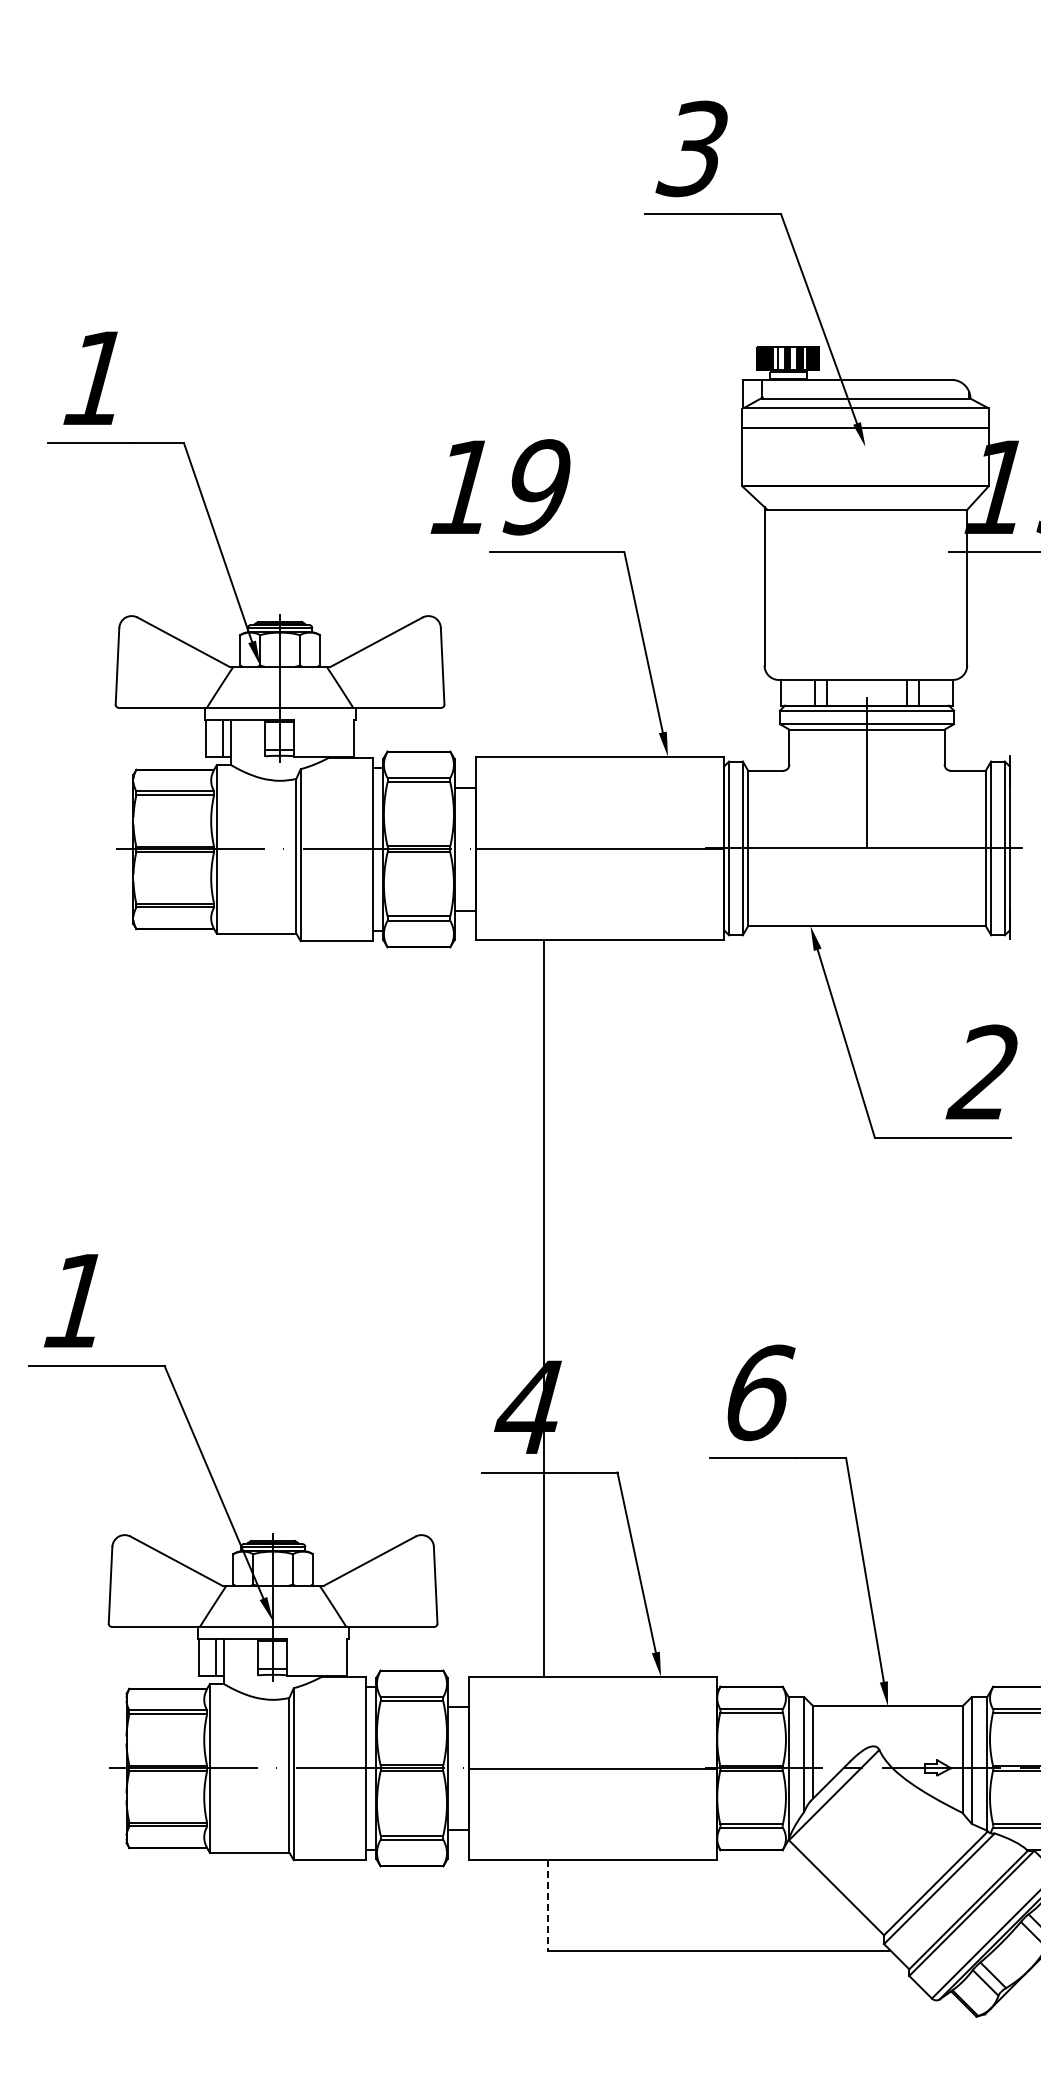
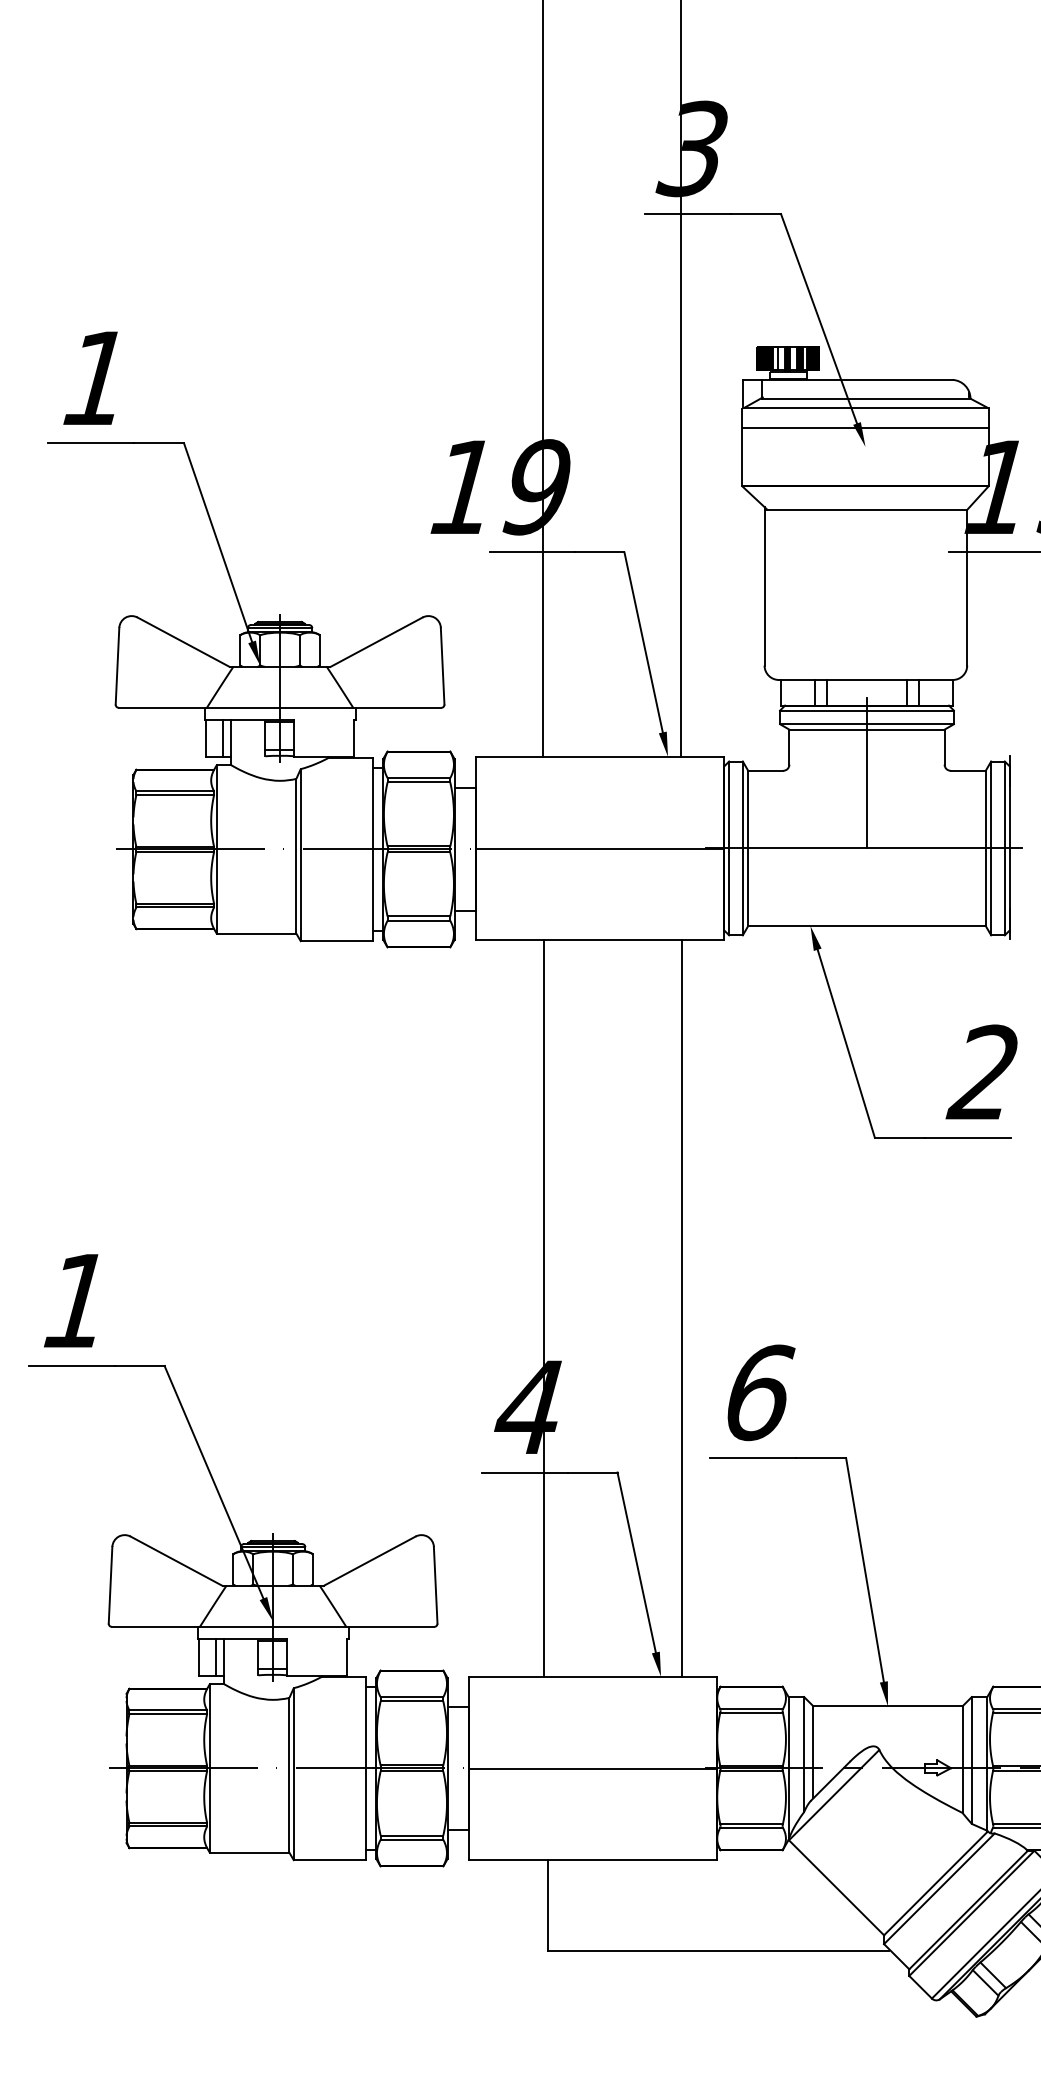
line at (543, 379): none -> present
line at (680, 379): none -> present
line at (681, 1308): none -> present
line at (547, 1905): dashed -> solid
